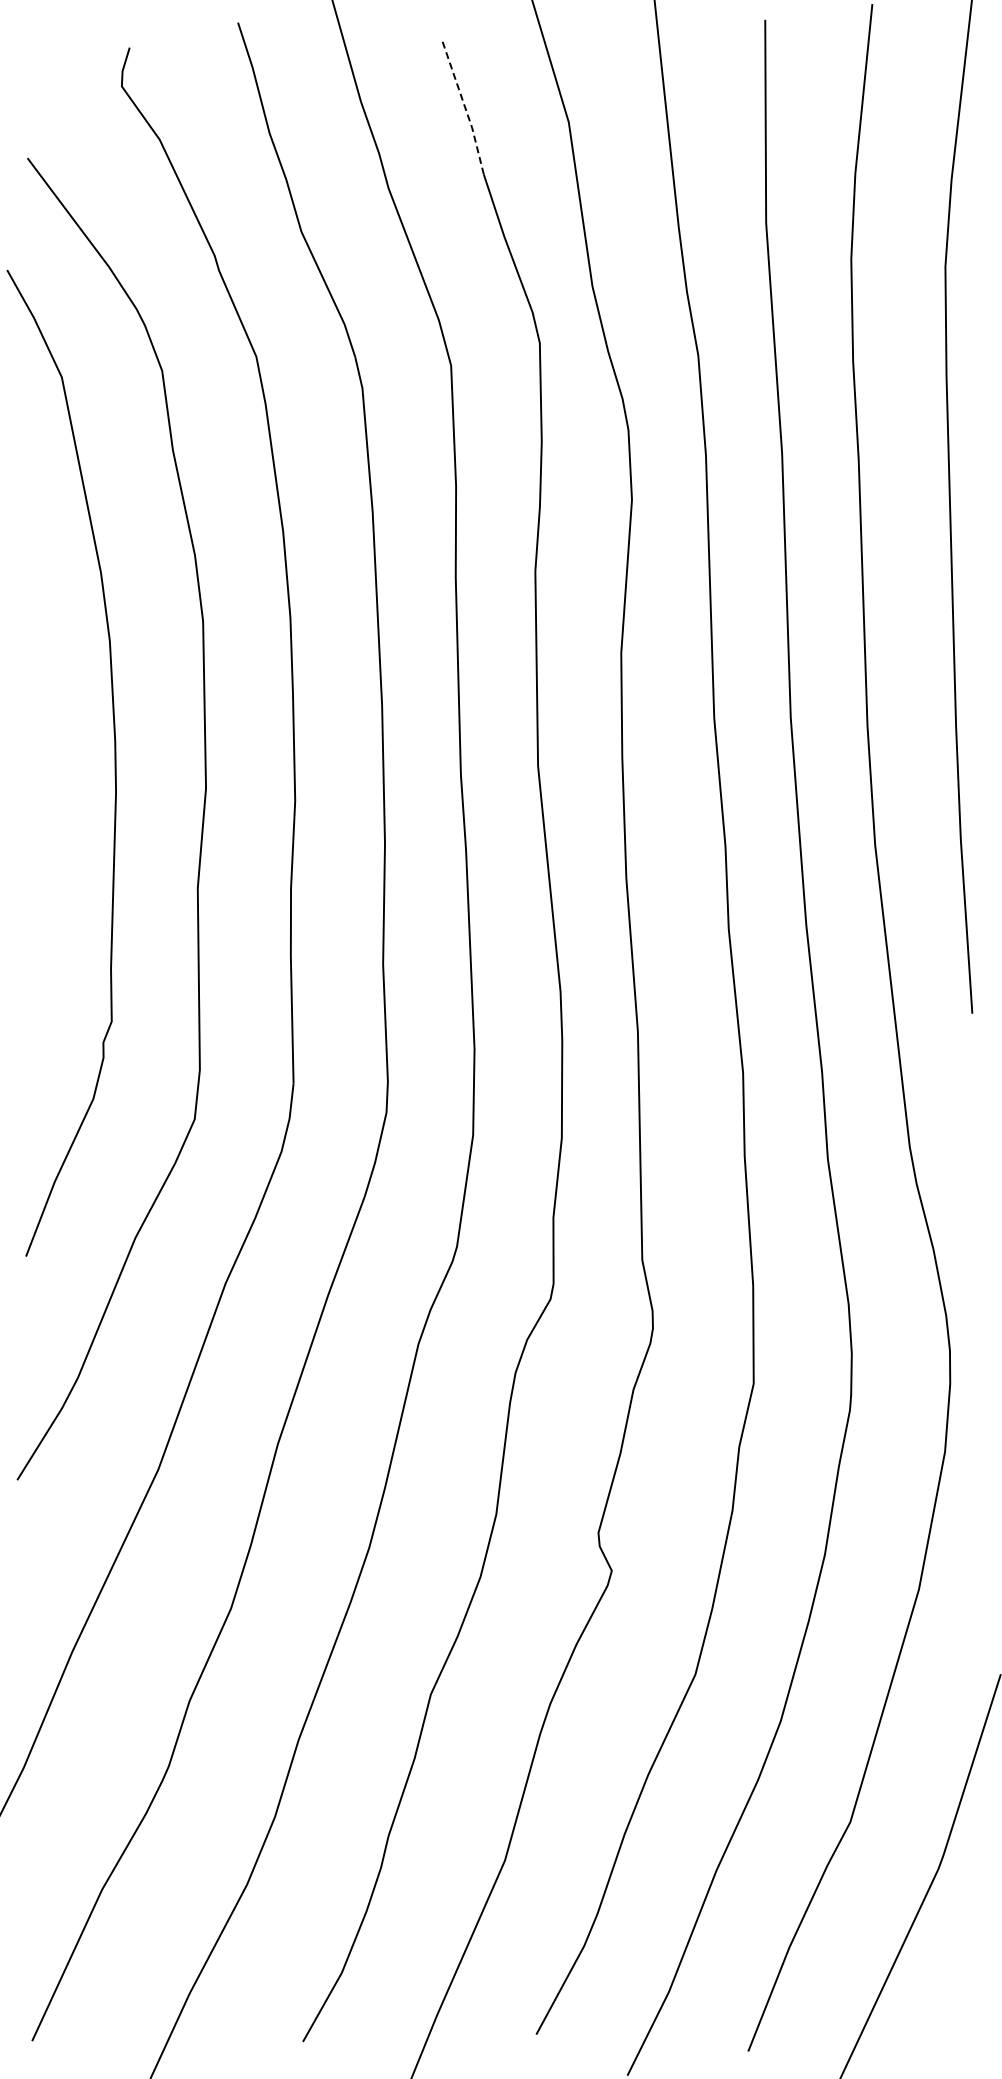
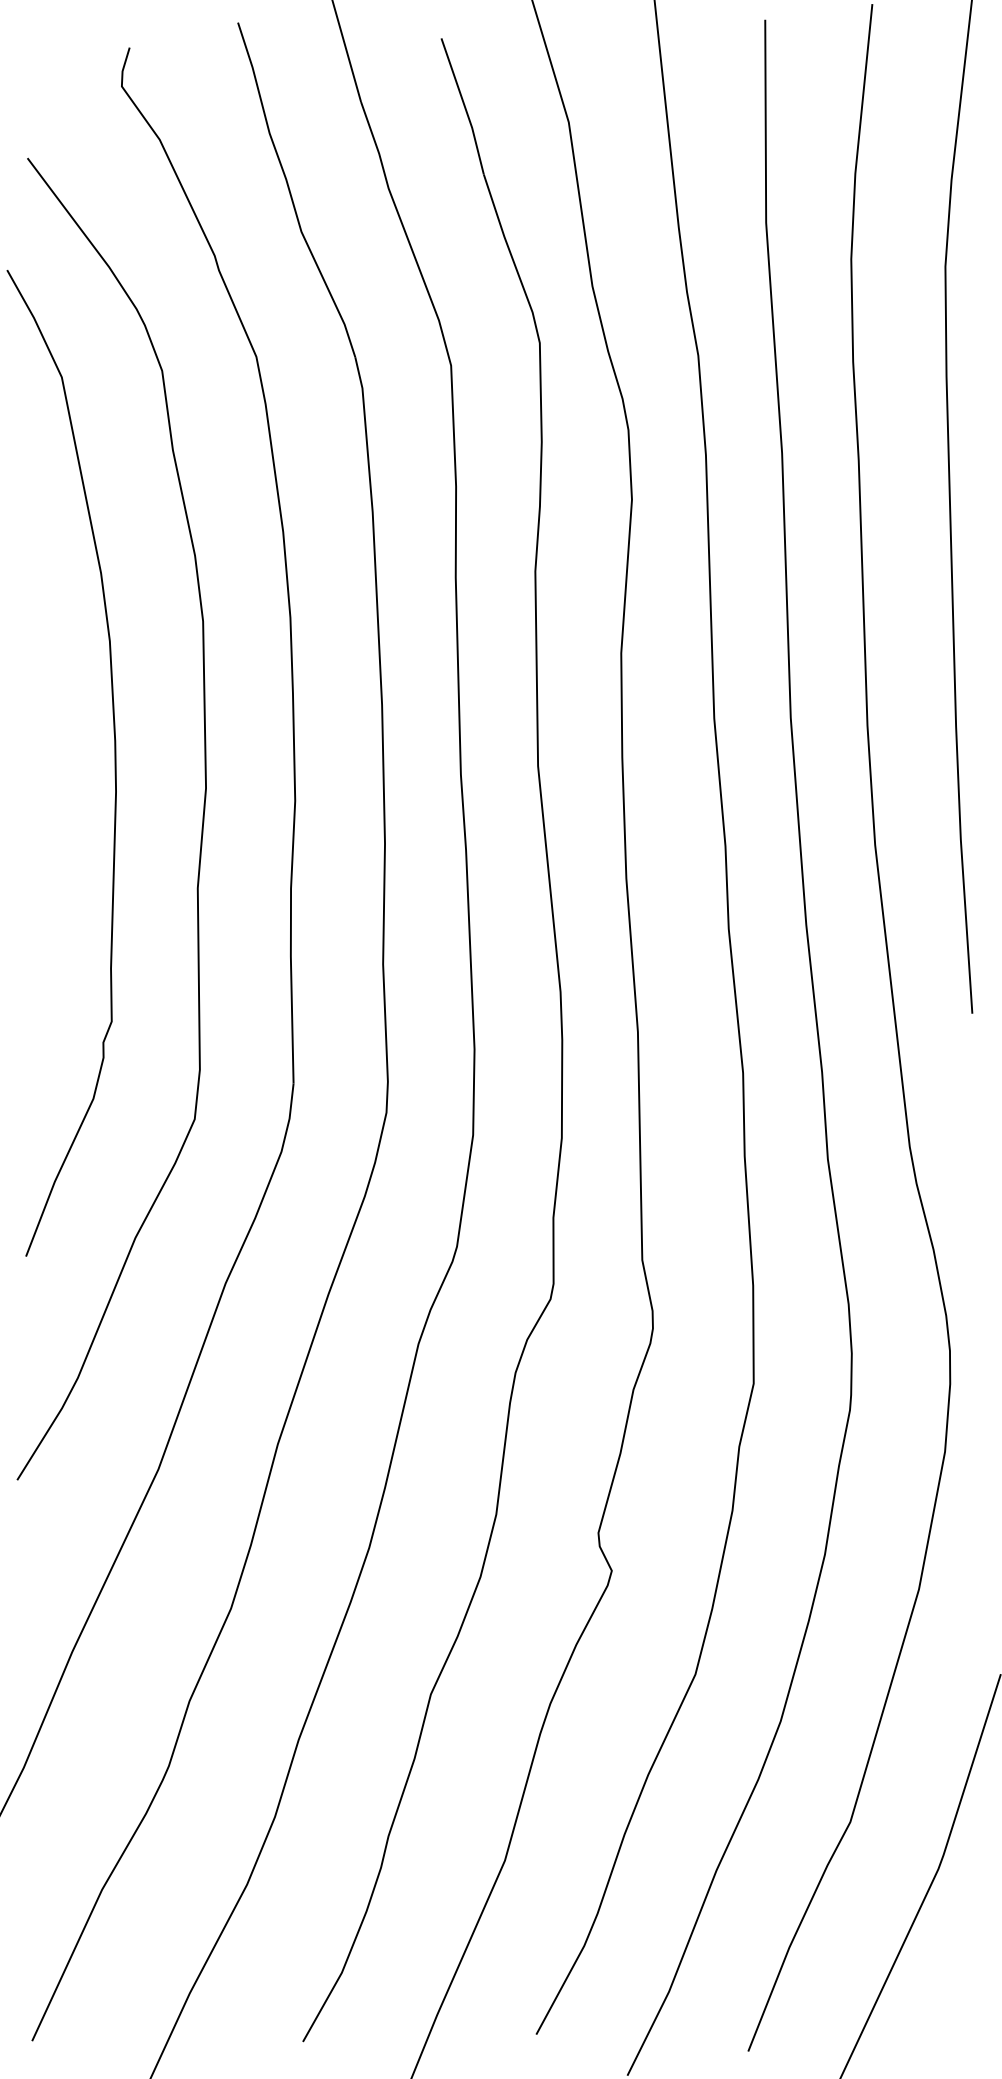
line at (464, 106): dashed -> solid
